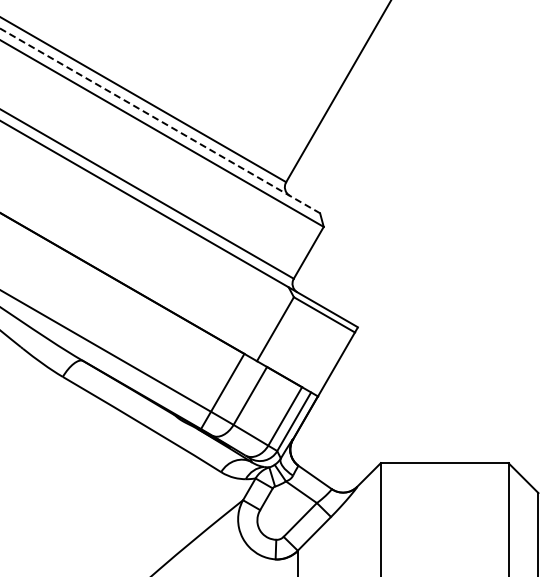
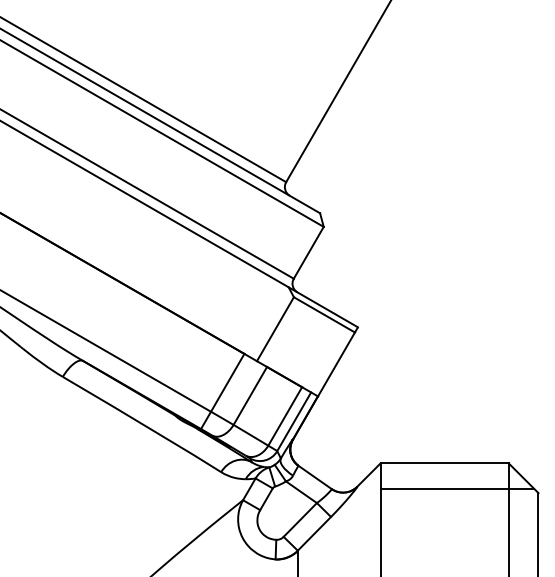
line at (160, 121): dashed -> solid
line at (457, 489): none -> present
